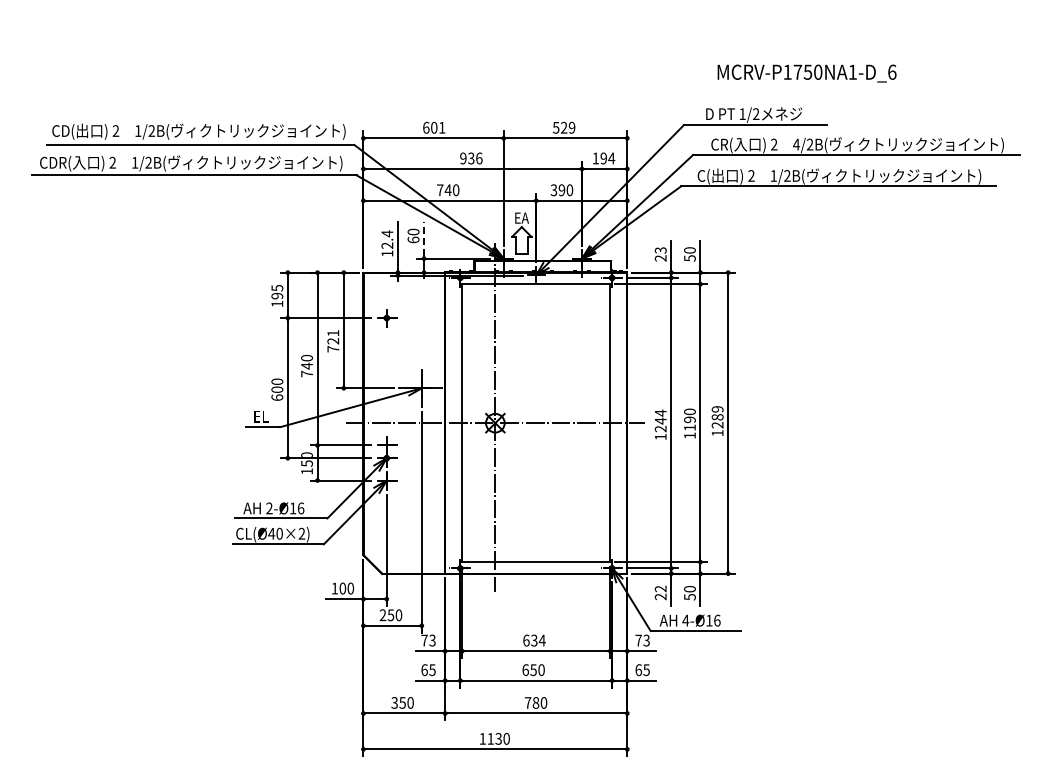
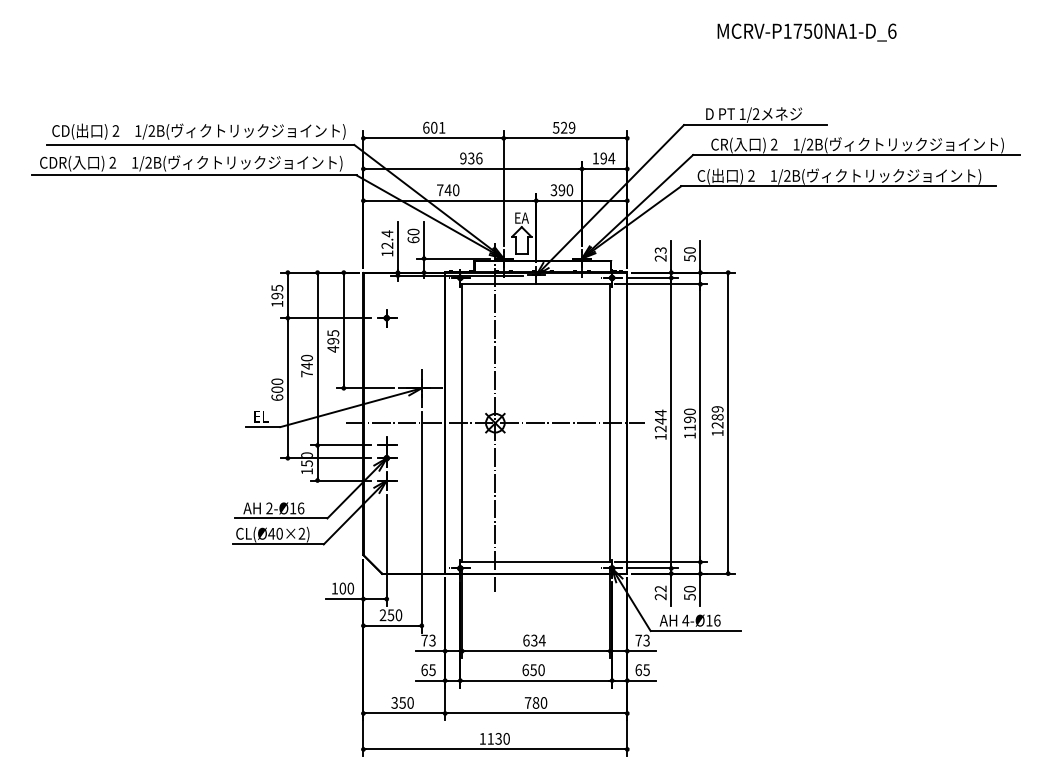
text at (806, 73) position: (806, 73) -> (806, 32)
text at (796, 144): 4/2B( -> 1/2B(
line at (424, 239): dashed -> solid
text at (333, 341): 721 -> 495
